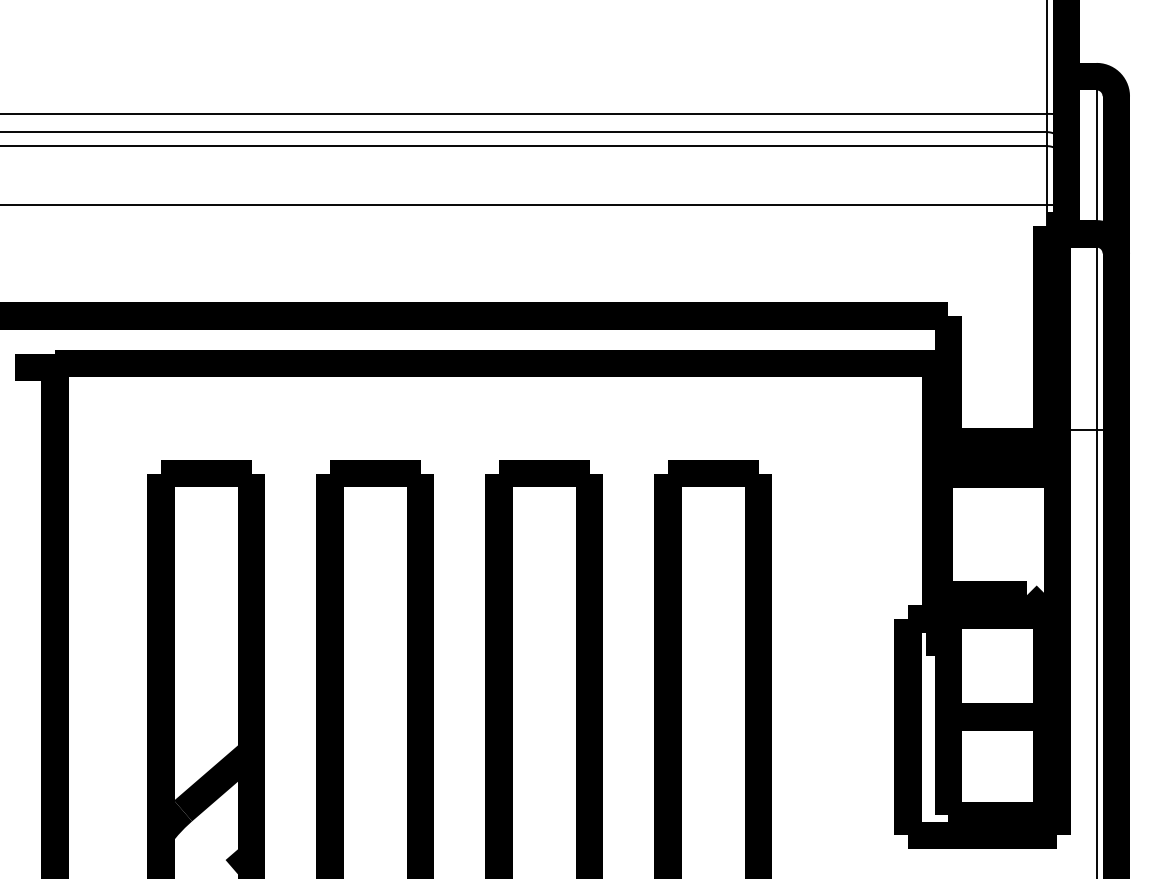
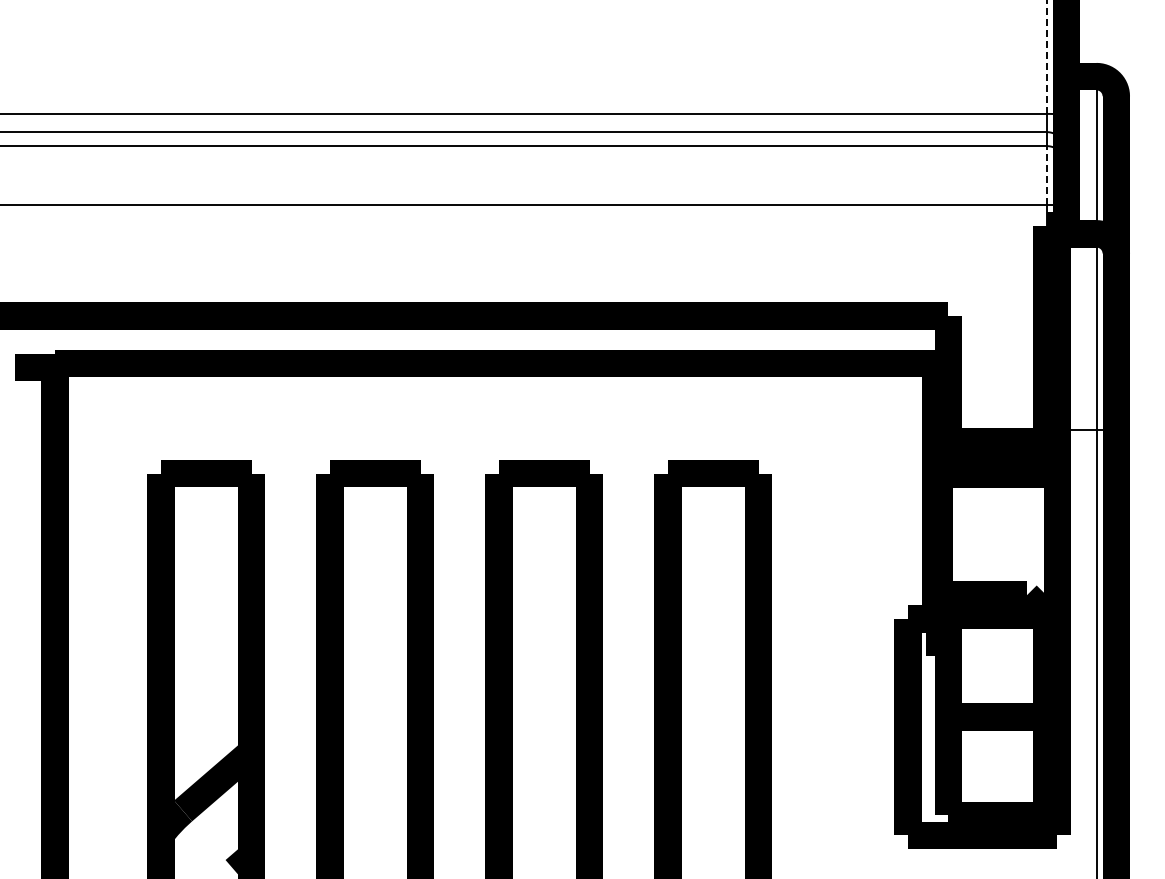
line at (1046, 56): solid -> dashed
line at (1046, 175): solid -> dashed
